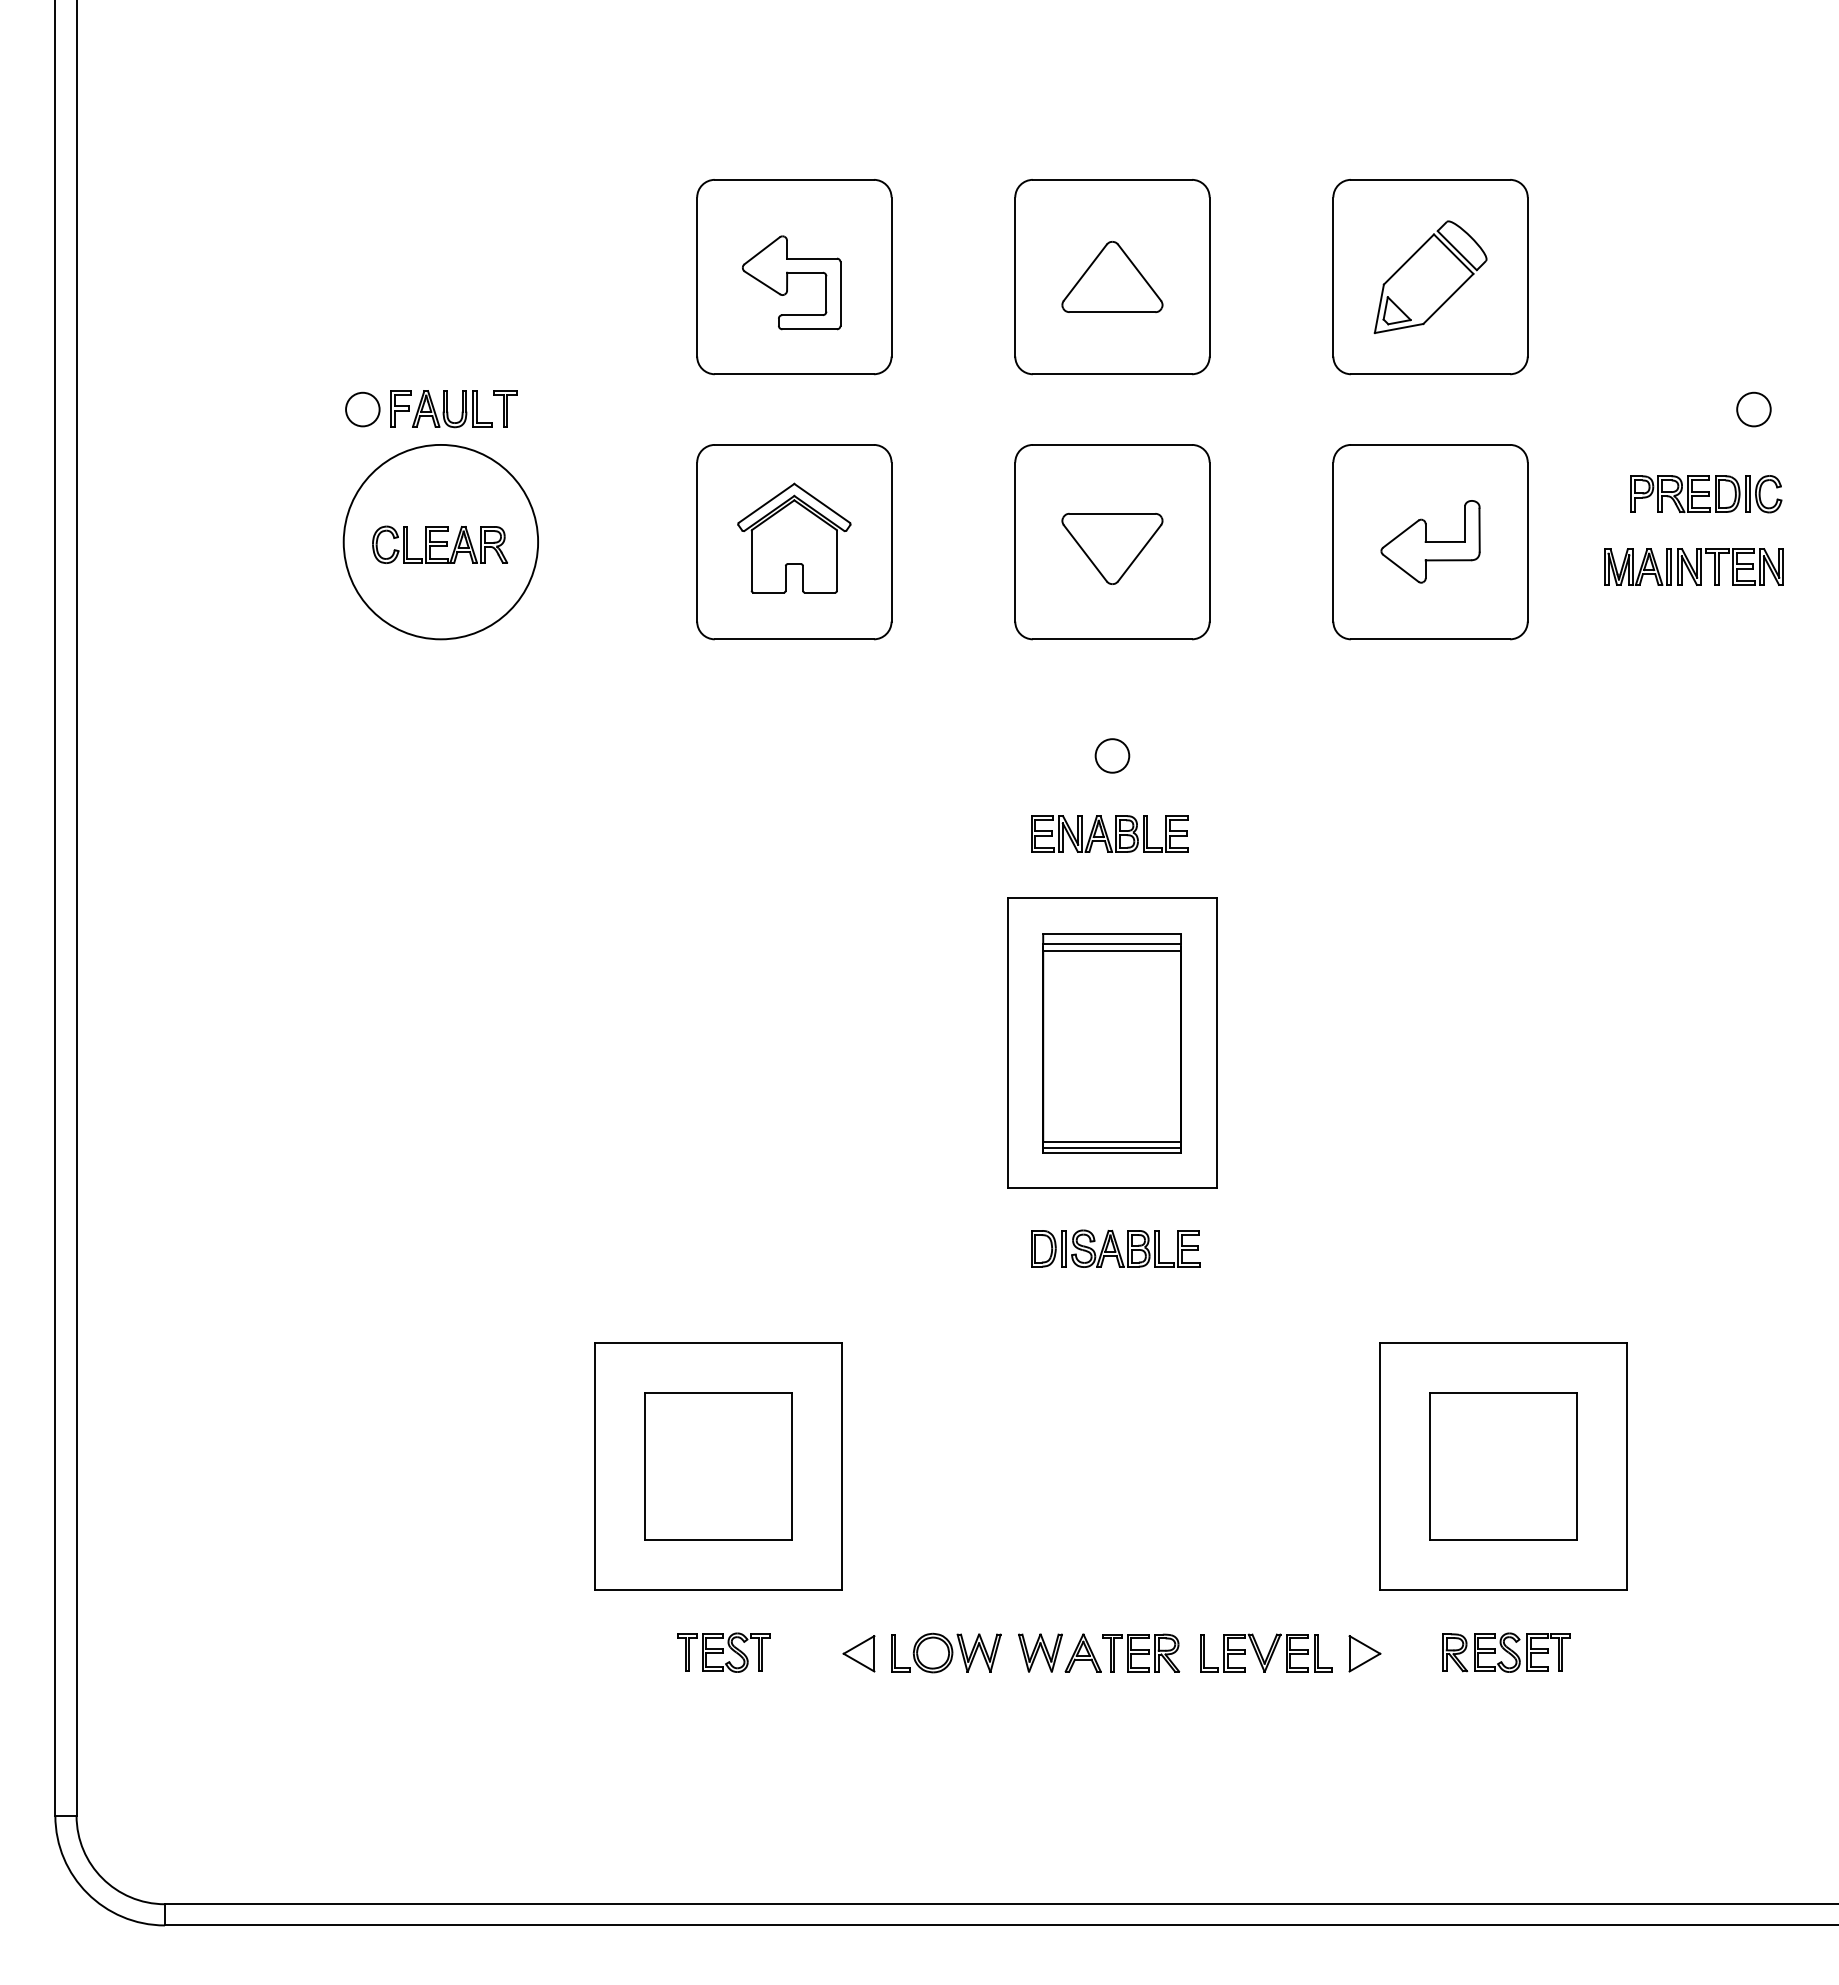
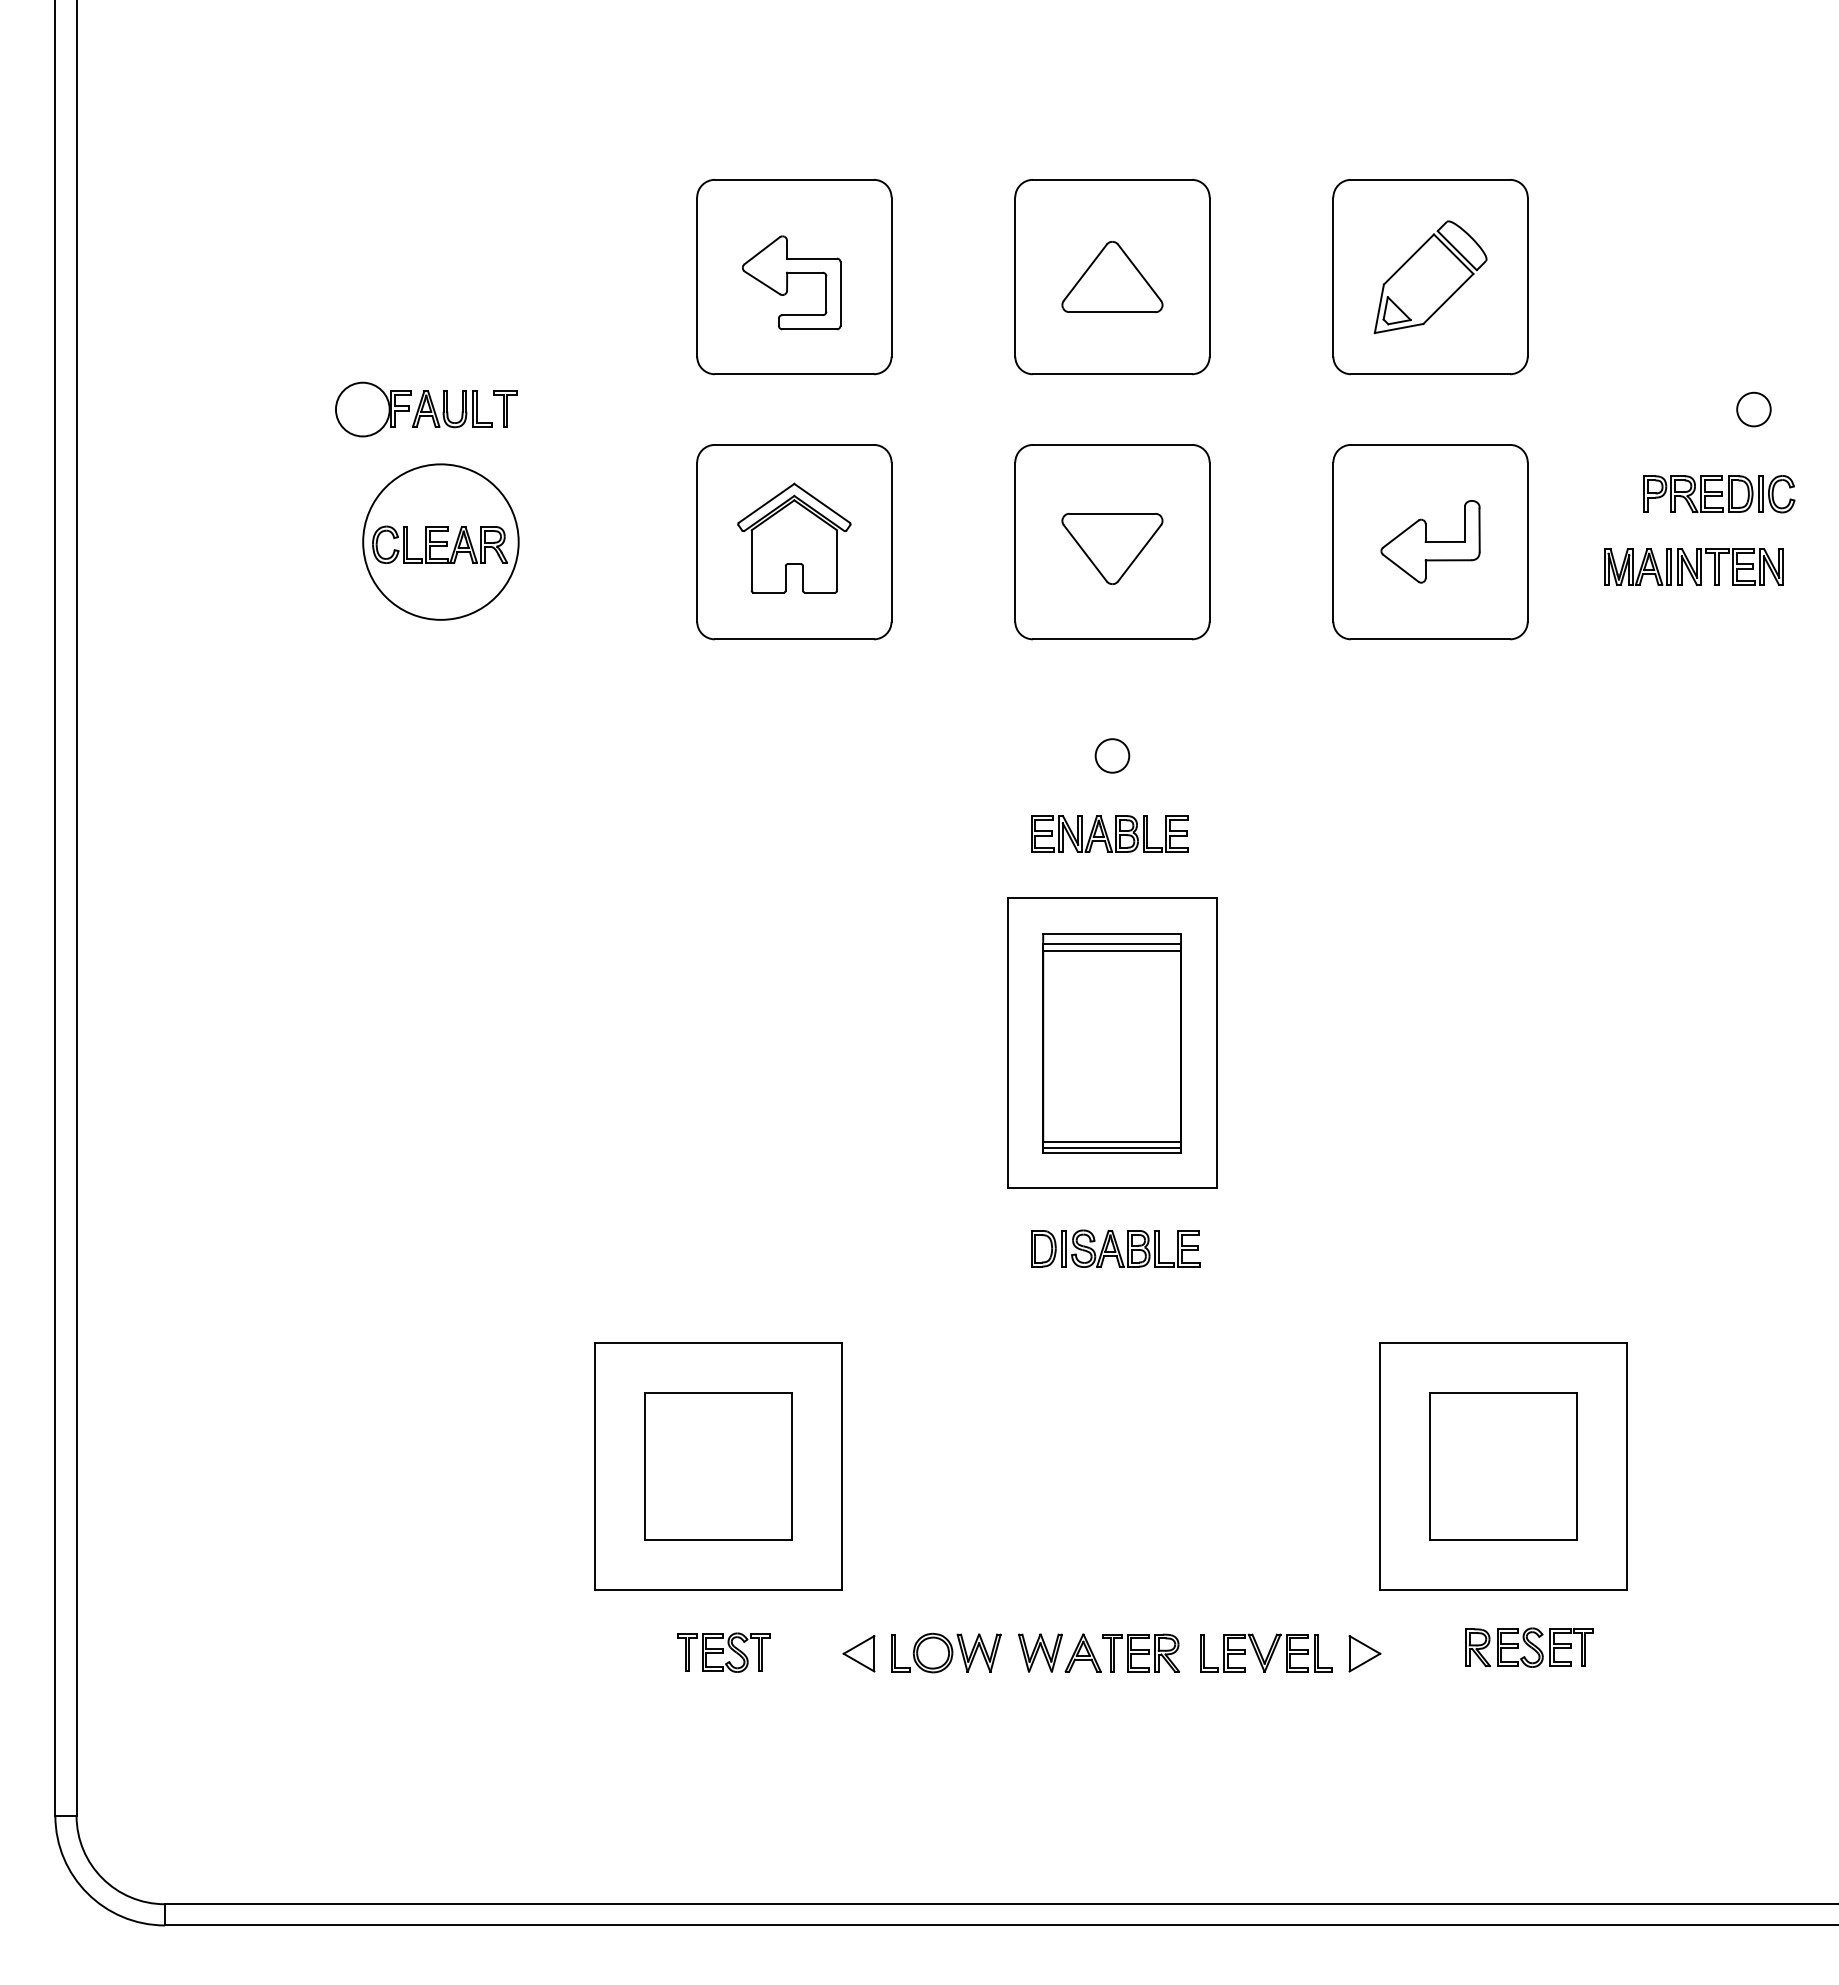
circle at (362, 409) diameter: 34 px -> 54 px
part at (1706, 494) position: (1706, 494) -> (1719, 494)
circle at (440, 541) diameter: 194 px -> 156 px
part at (1506, 1652) position: (1506, 1652) -> (1529, 1647)
